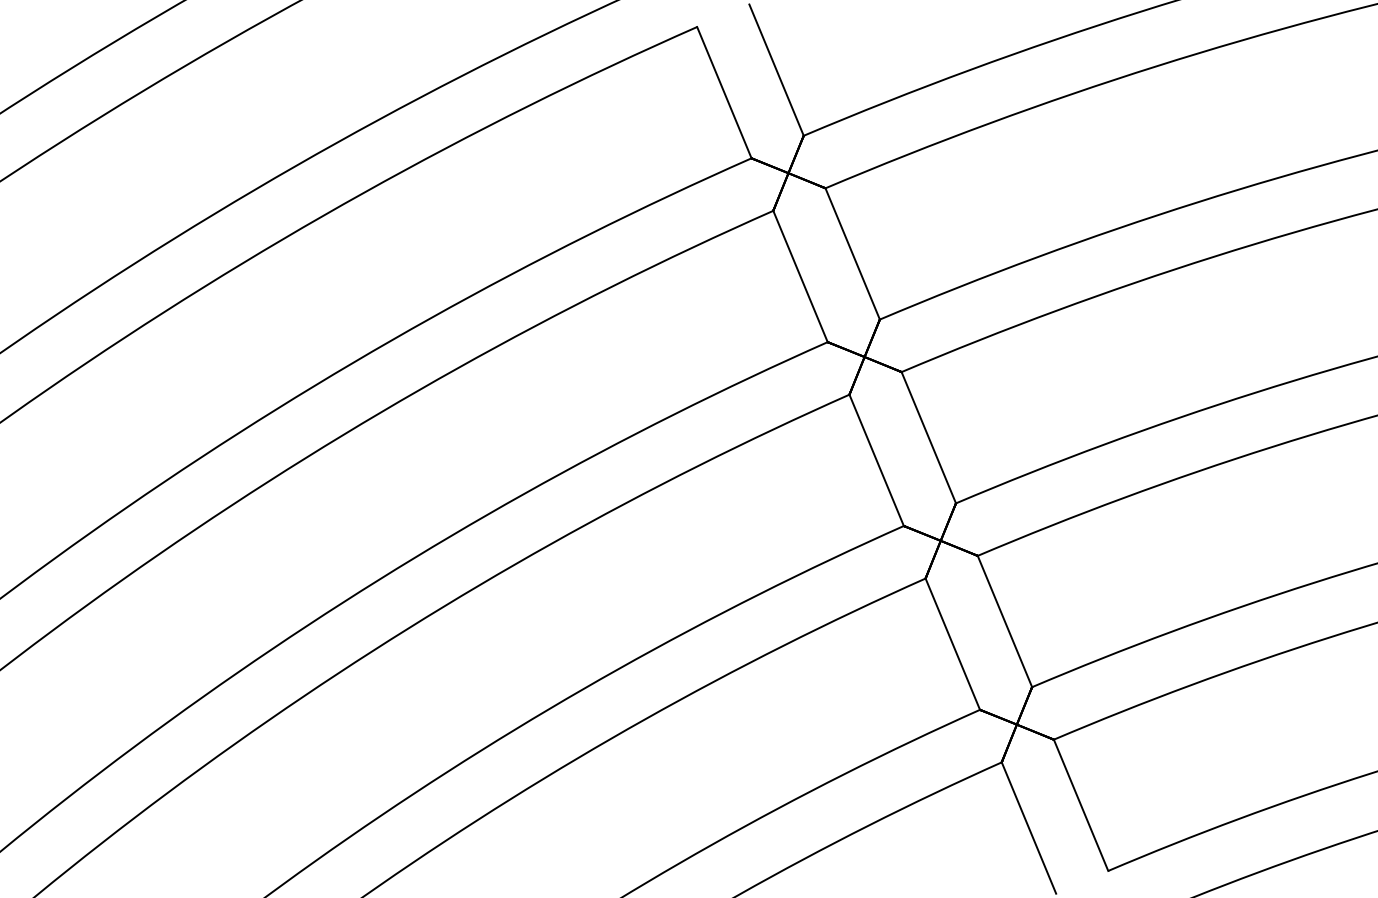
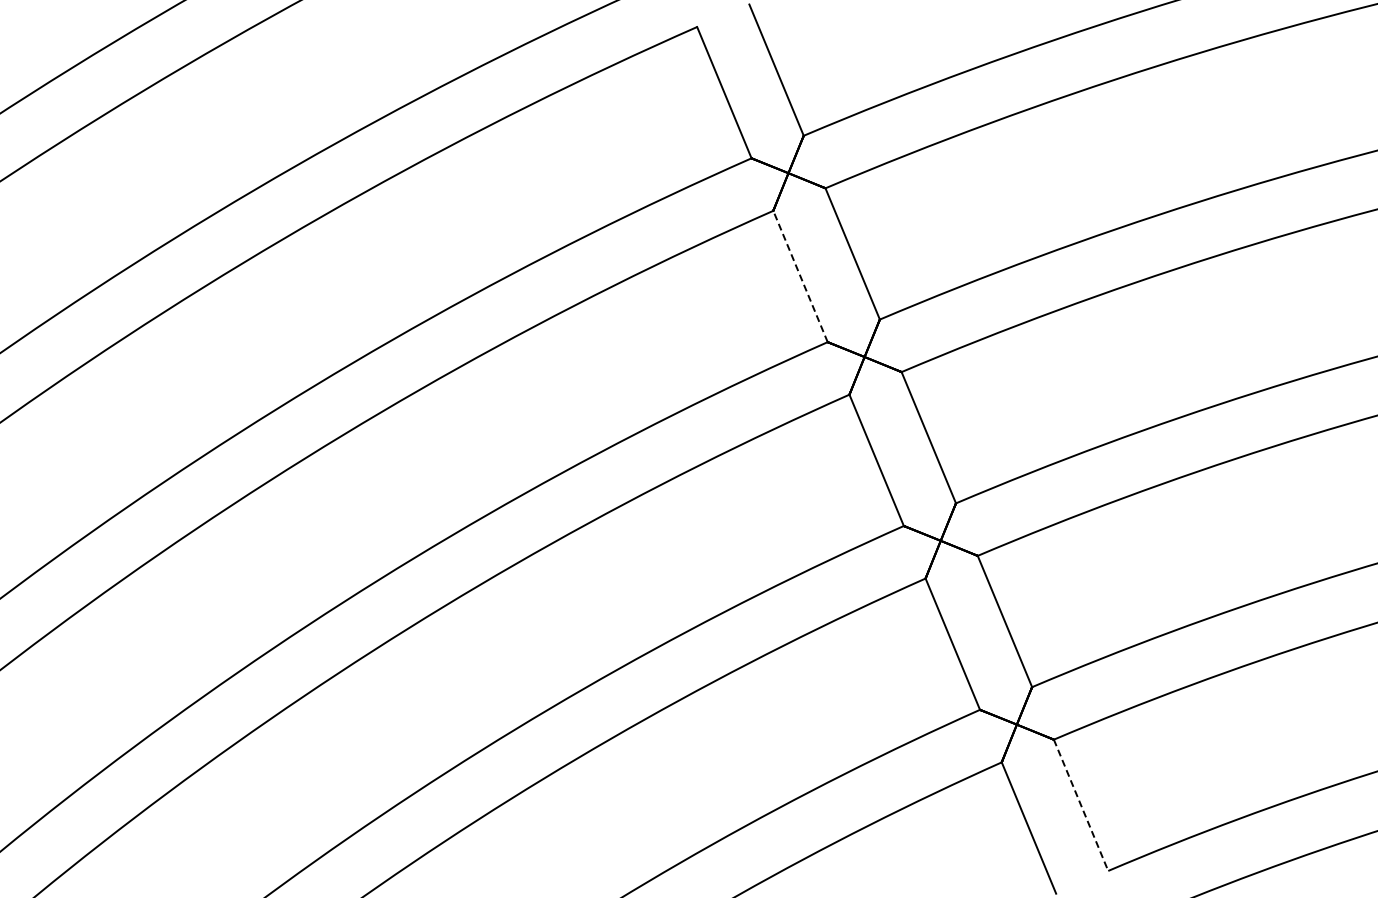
line at (800, 276): solid -> dashed
line at (1081, 805): solid -> dashed
